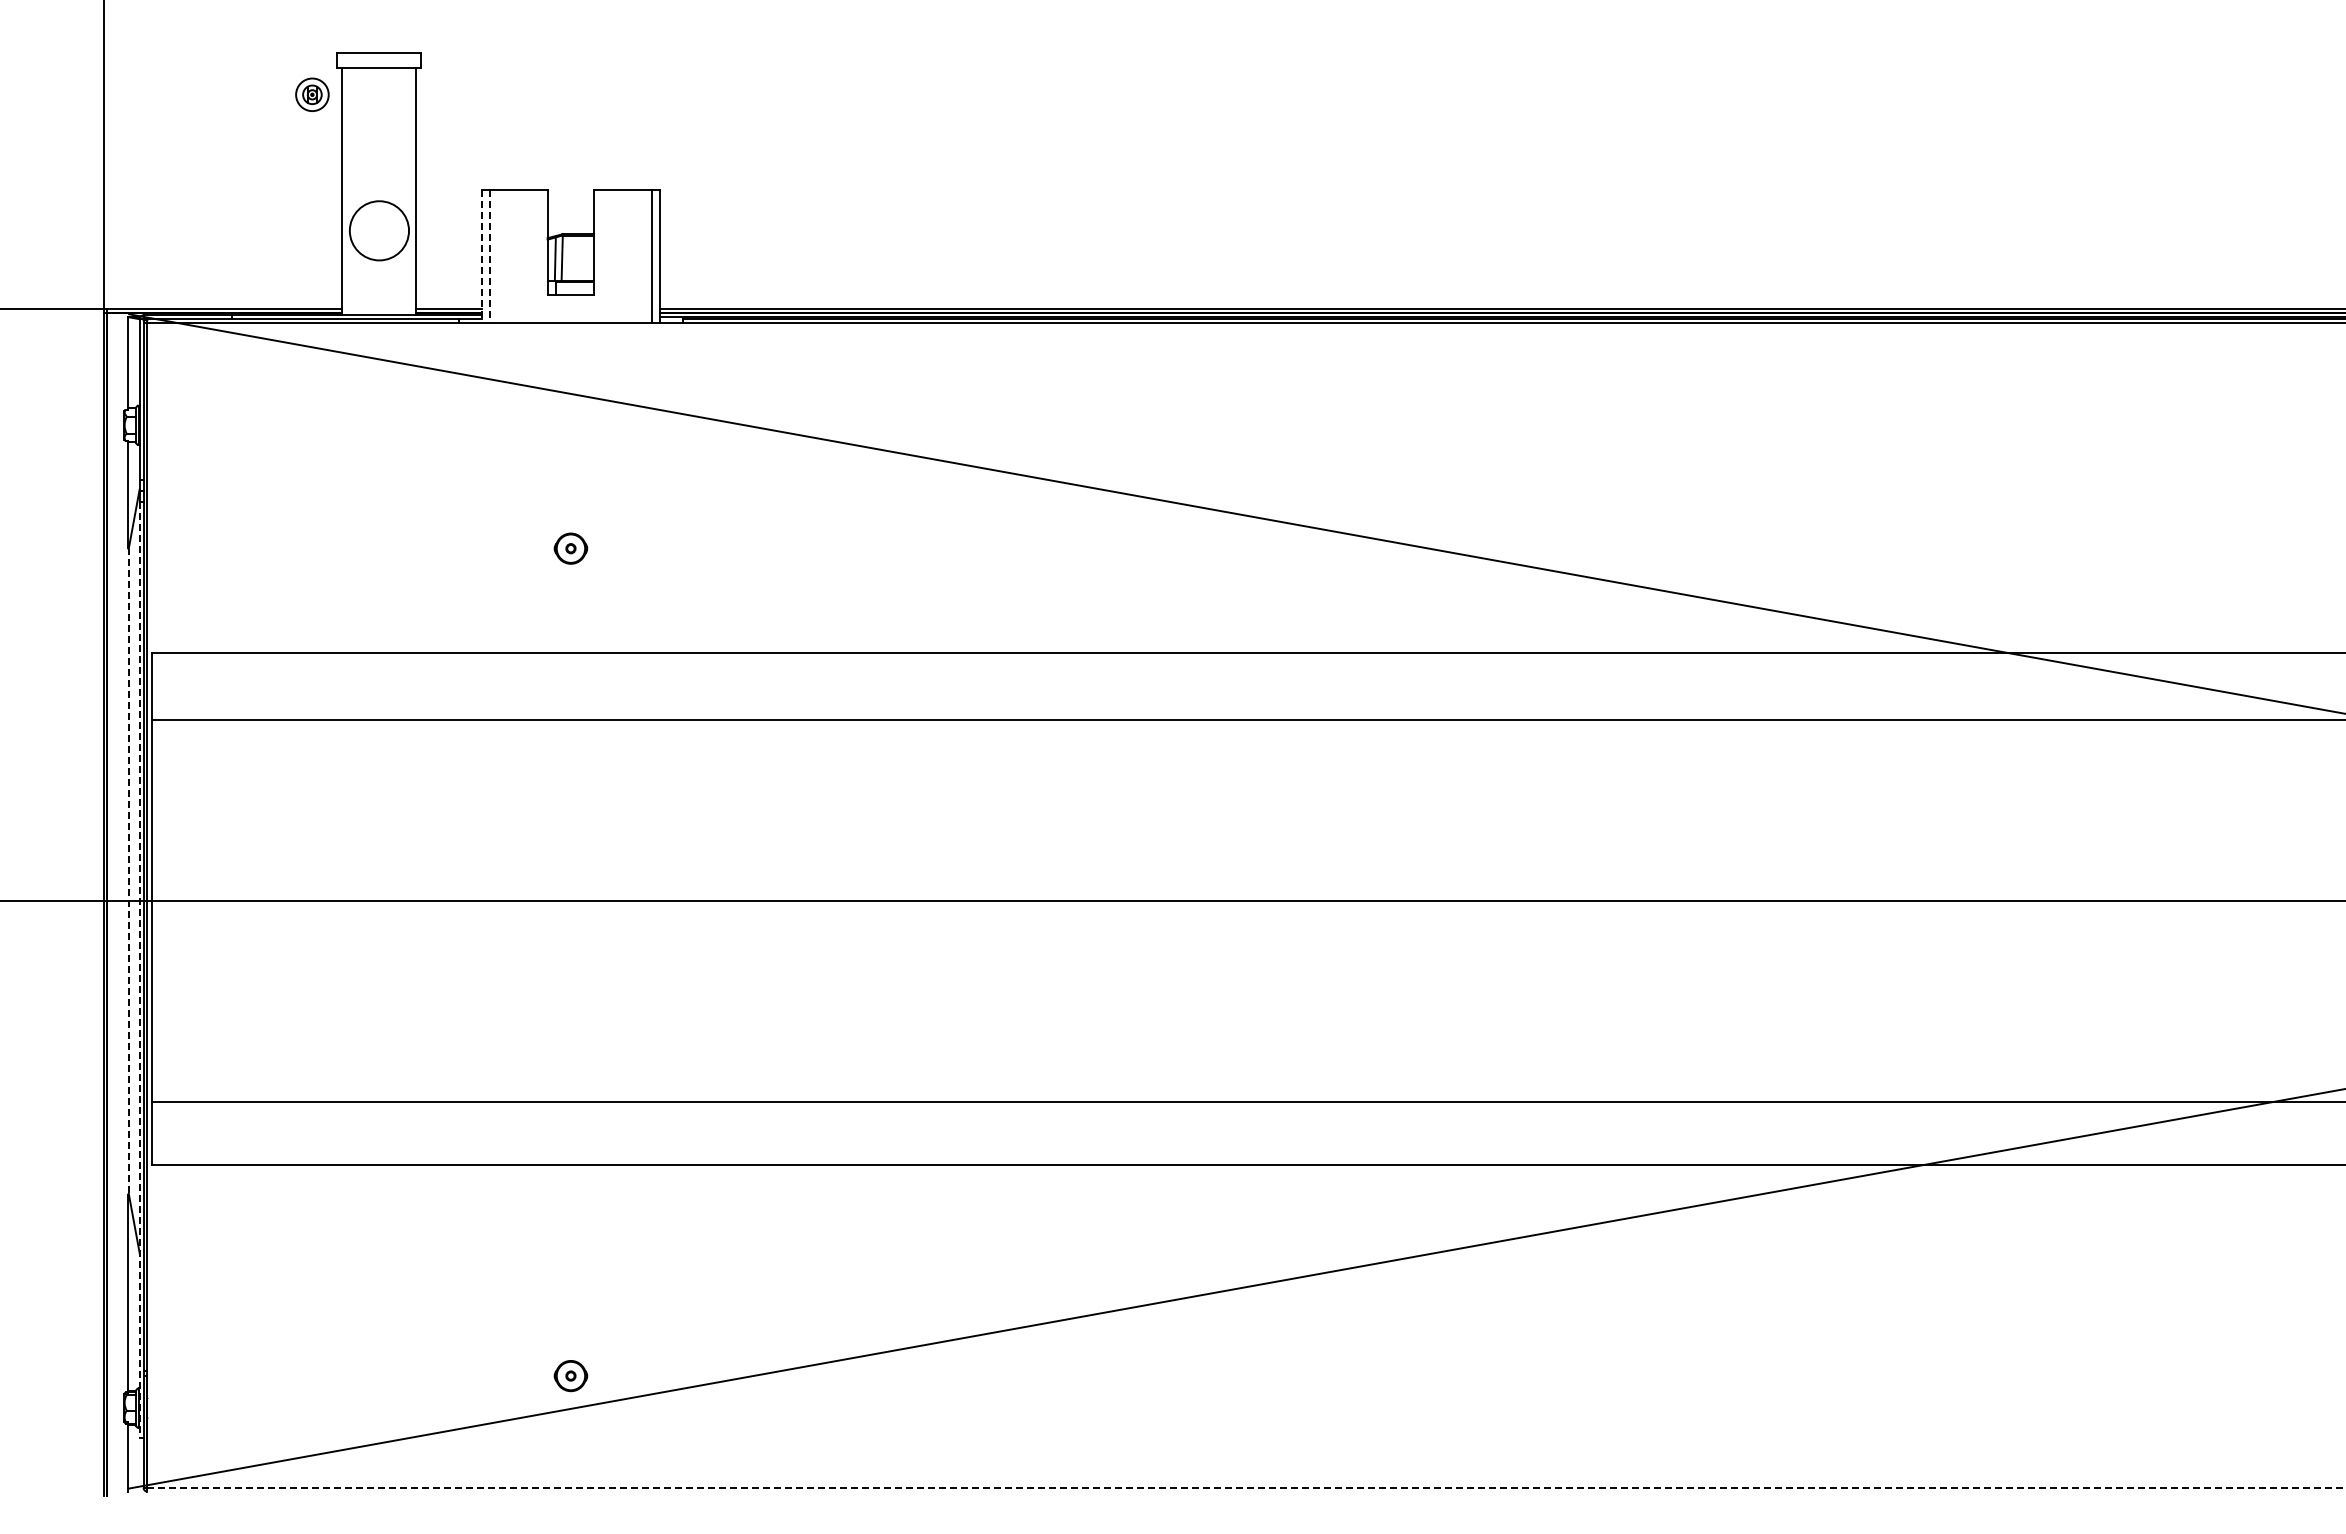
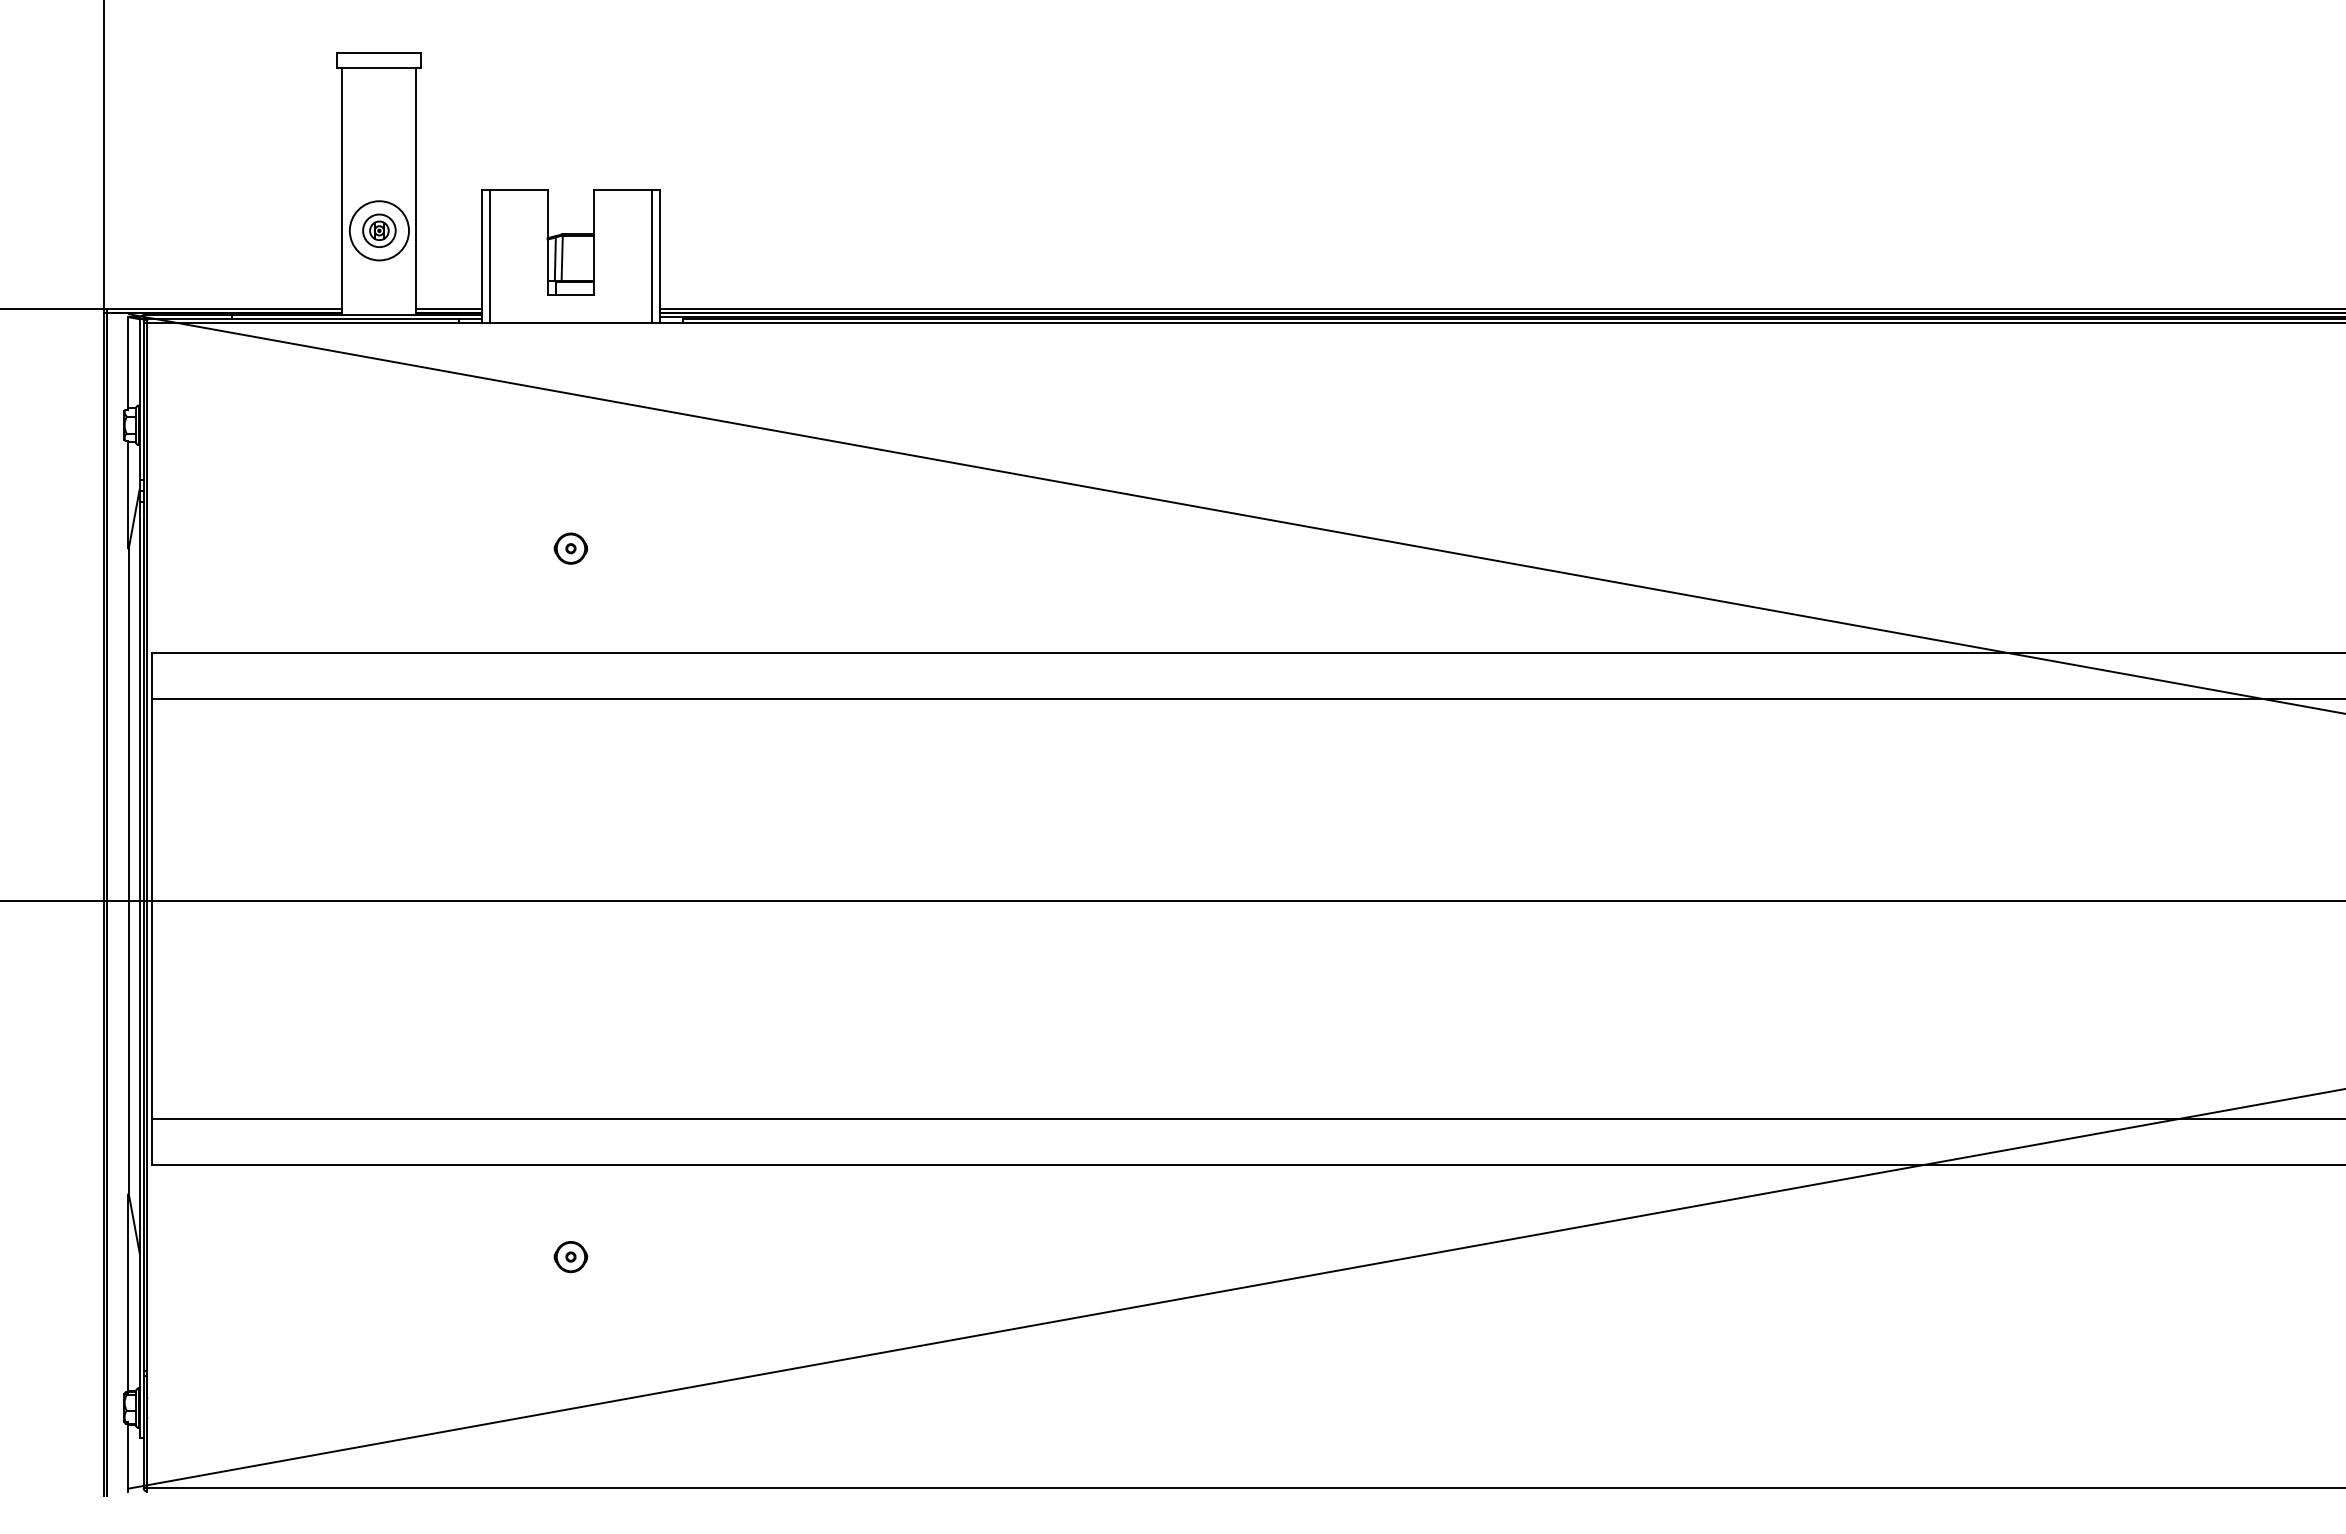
part at (312, 94) position: (312, 94) -> (379, 230)
line at (482, 256): dashed -> solid
line at (489, 256): dashed -> solid
line at (1246, 720) position: (1246, 720) -> (1246, 699)
line at (128, 871): dashed -> solid
line at (139, 969): dashed -> solid
line at (1246, 1101) position: (1246, 1101) -> (1246, 1118)
part at (570, 1376) position: (570, 1376) -> (570, 1257)
line at (1246, 1487): dashed -> solid
